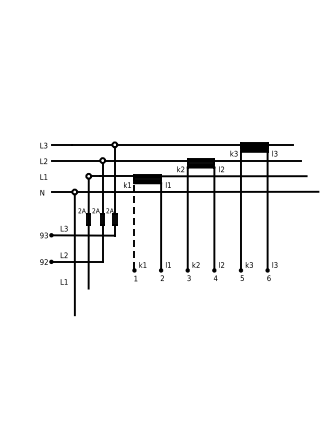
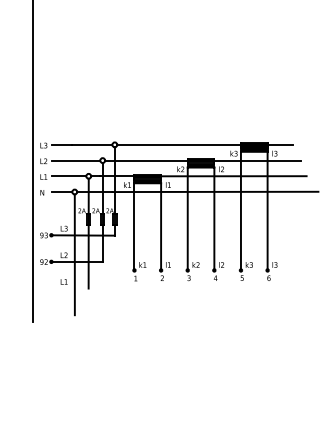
line at (32, 161): none -> present
line at (69, 176): none -> present
line at (134, 226): dashed -> solid
